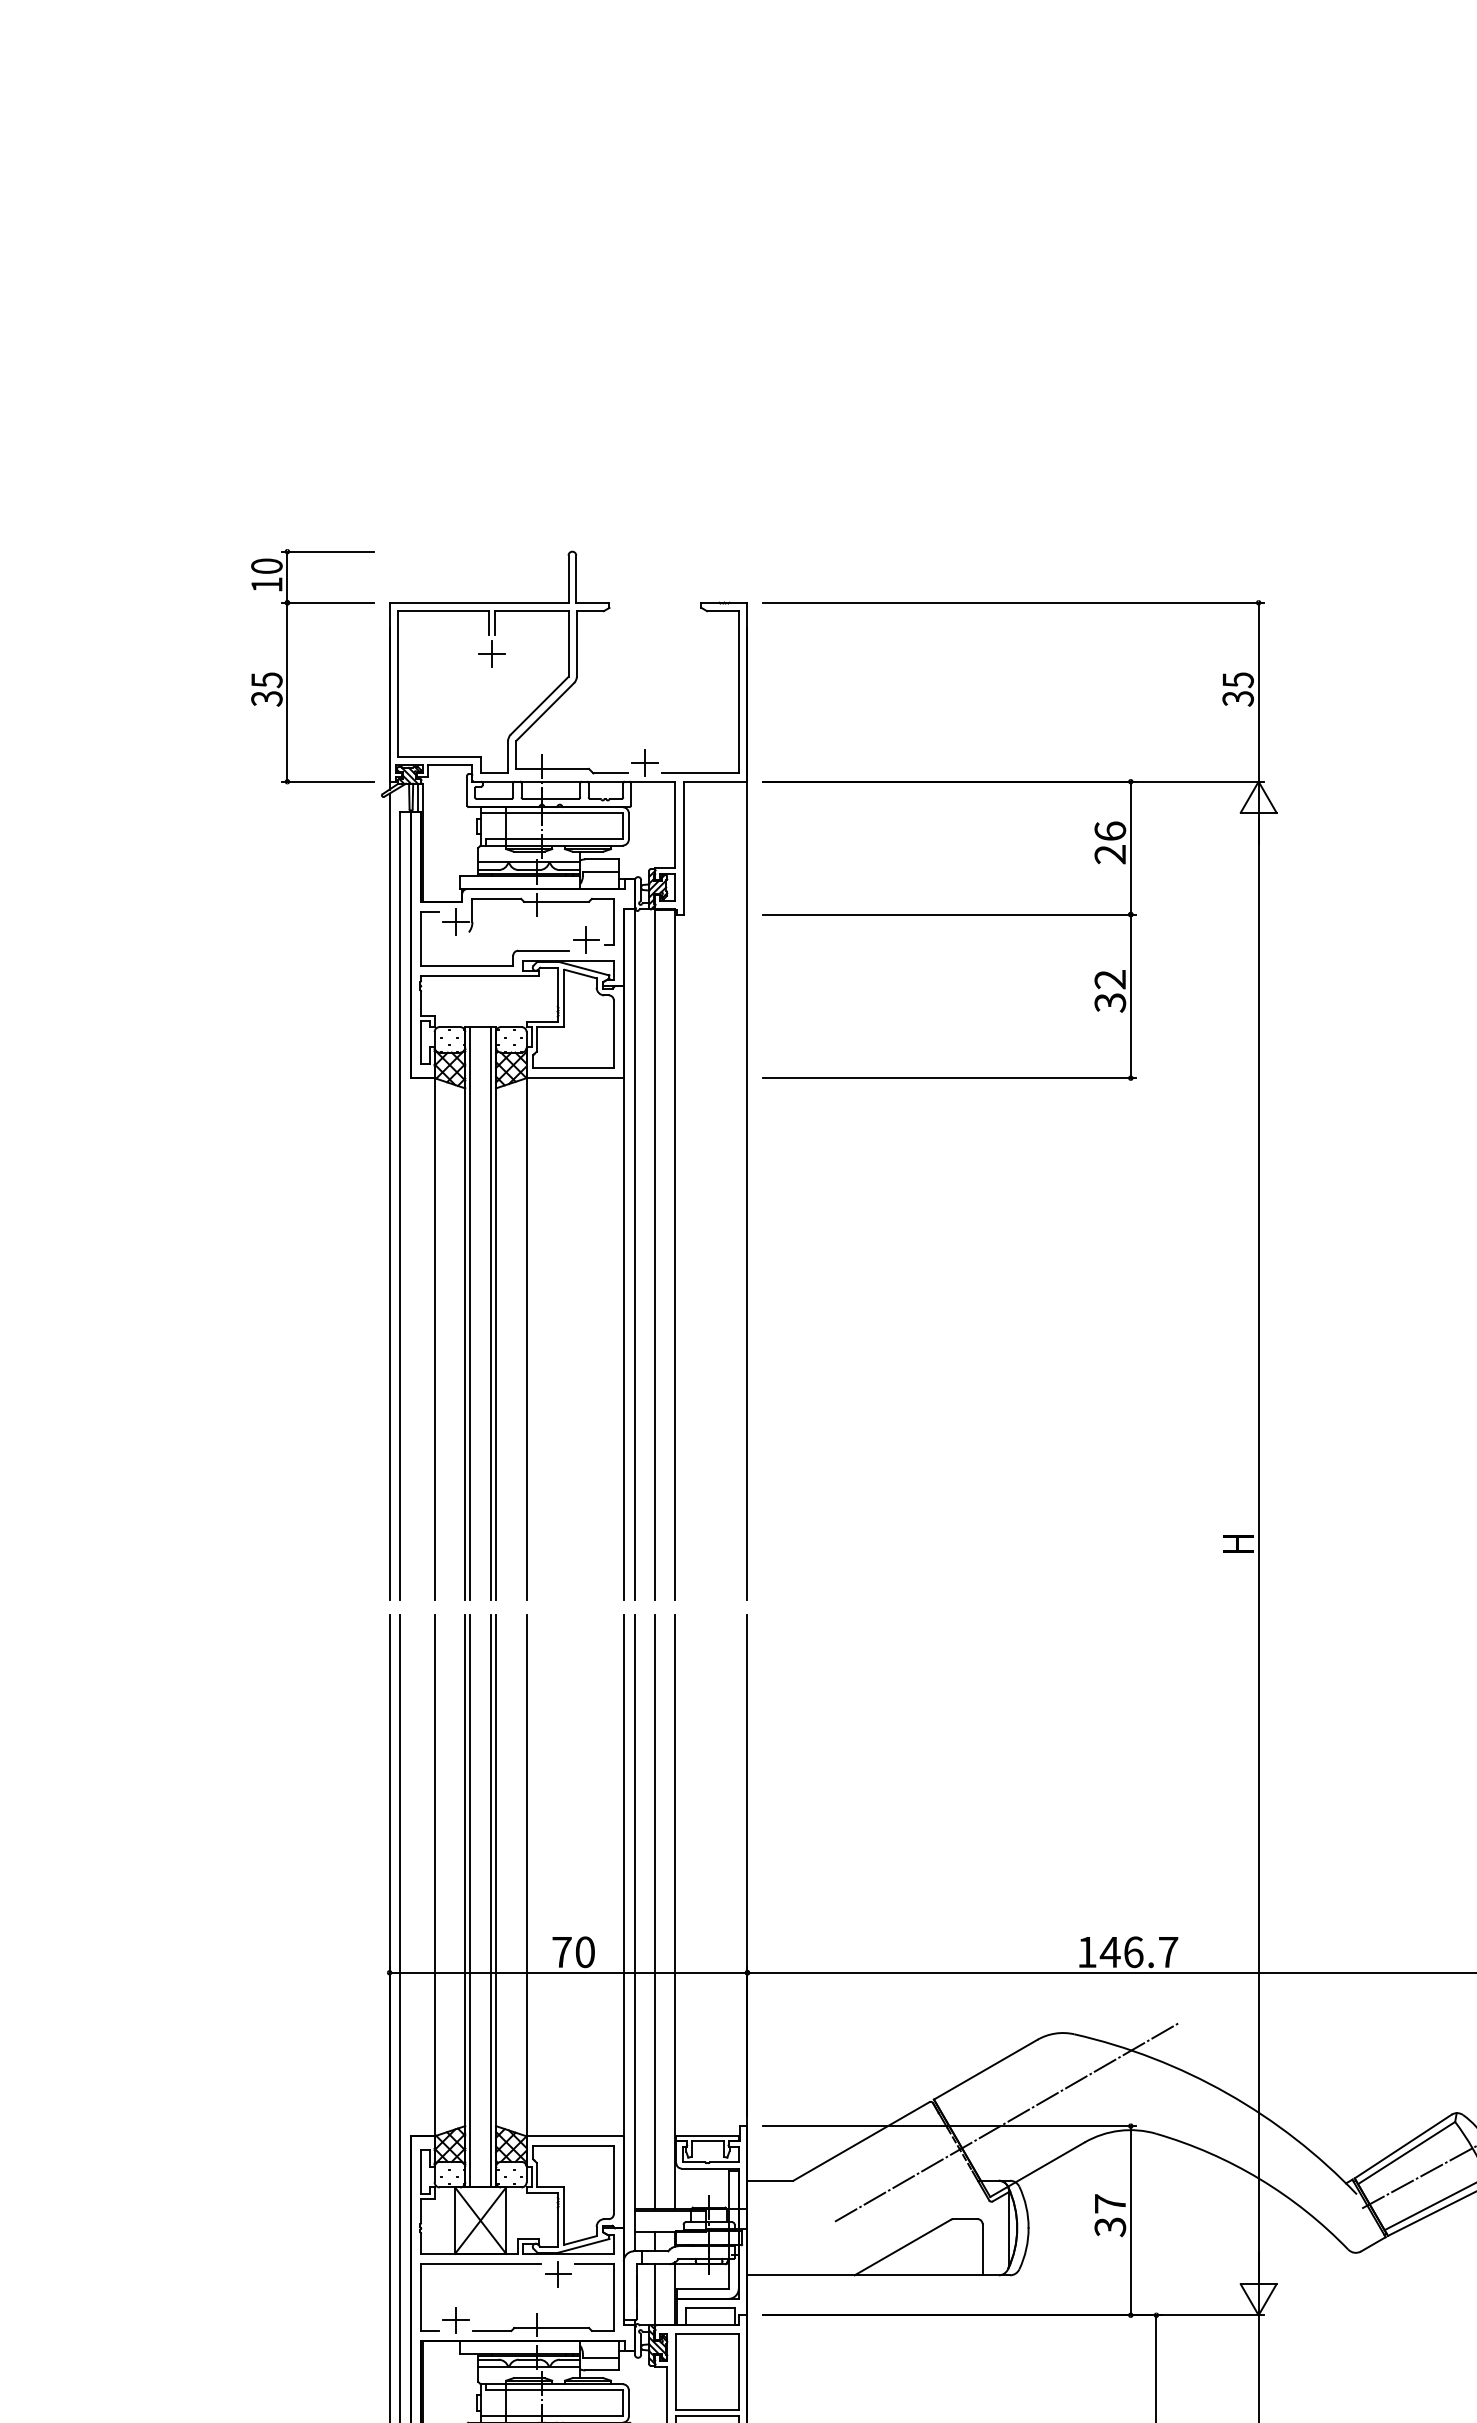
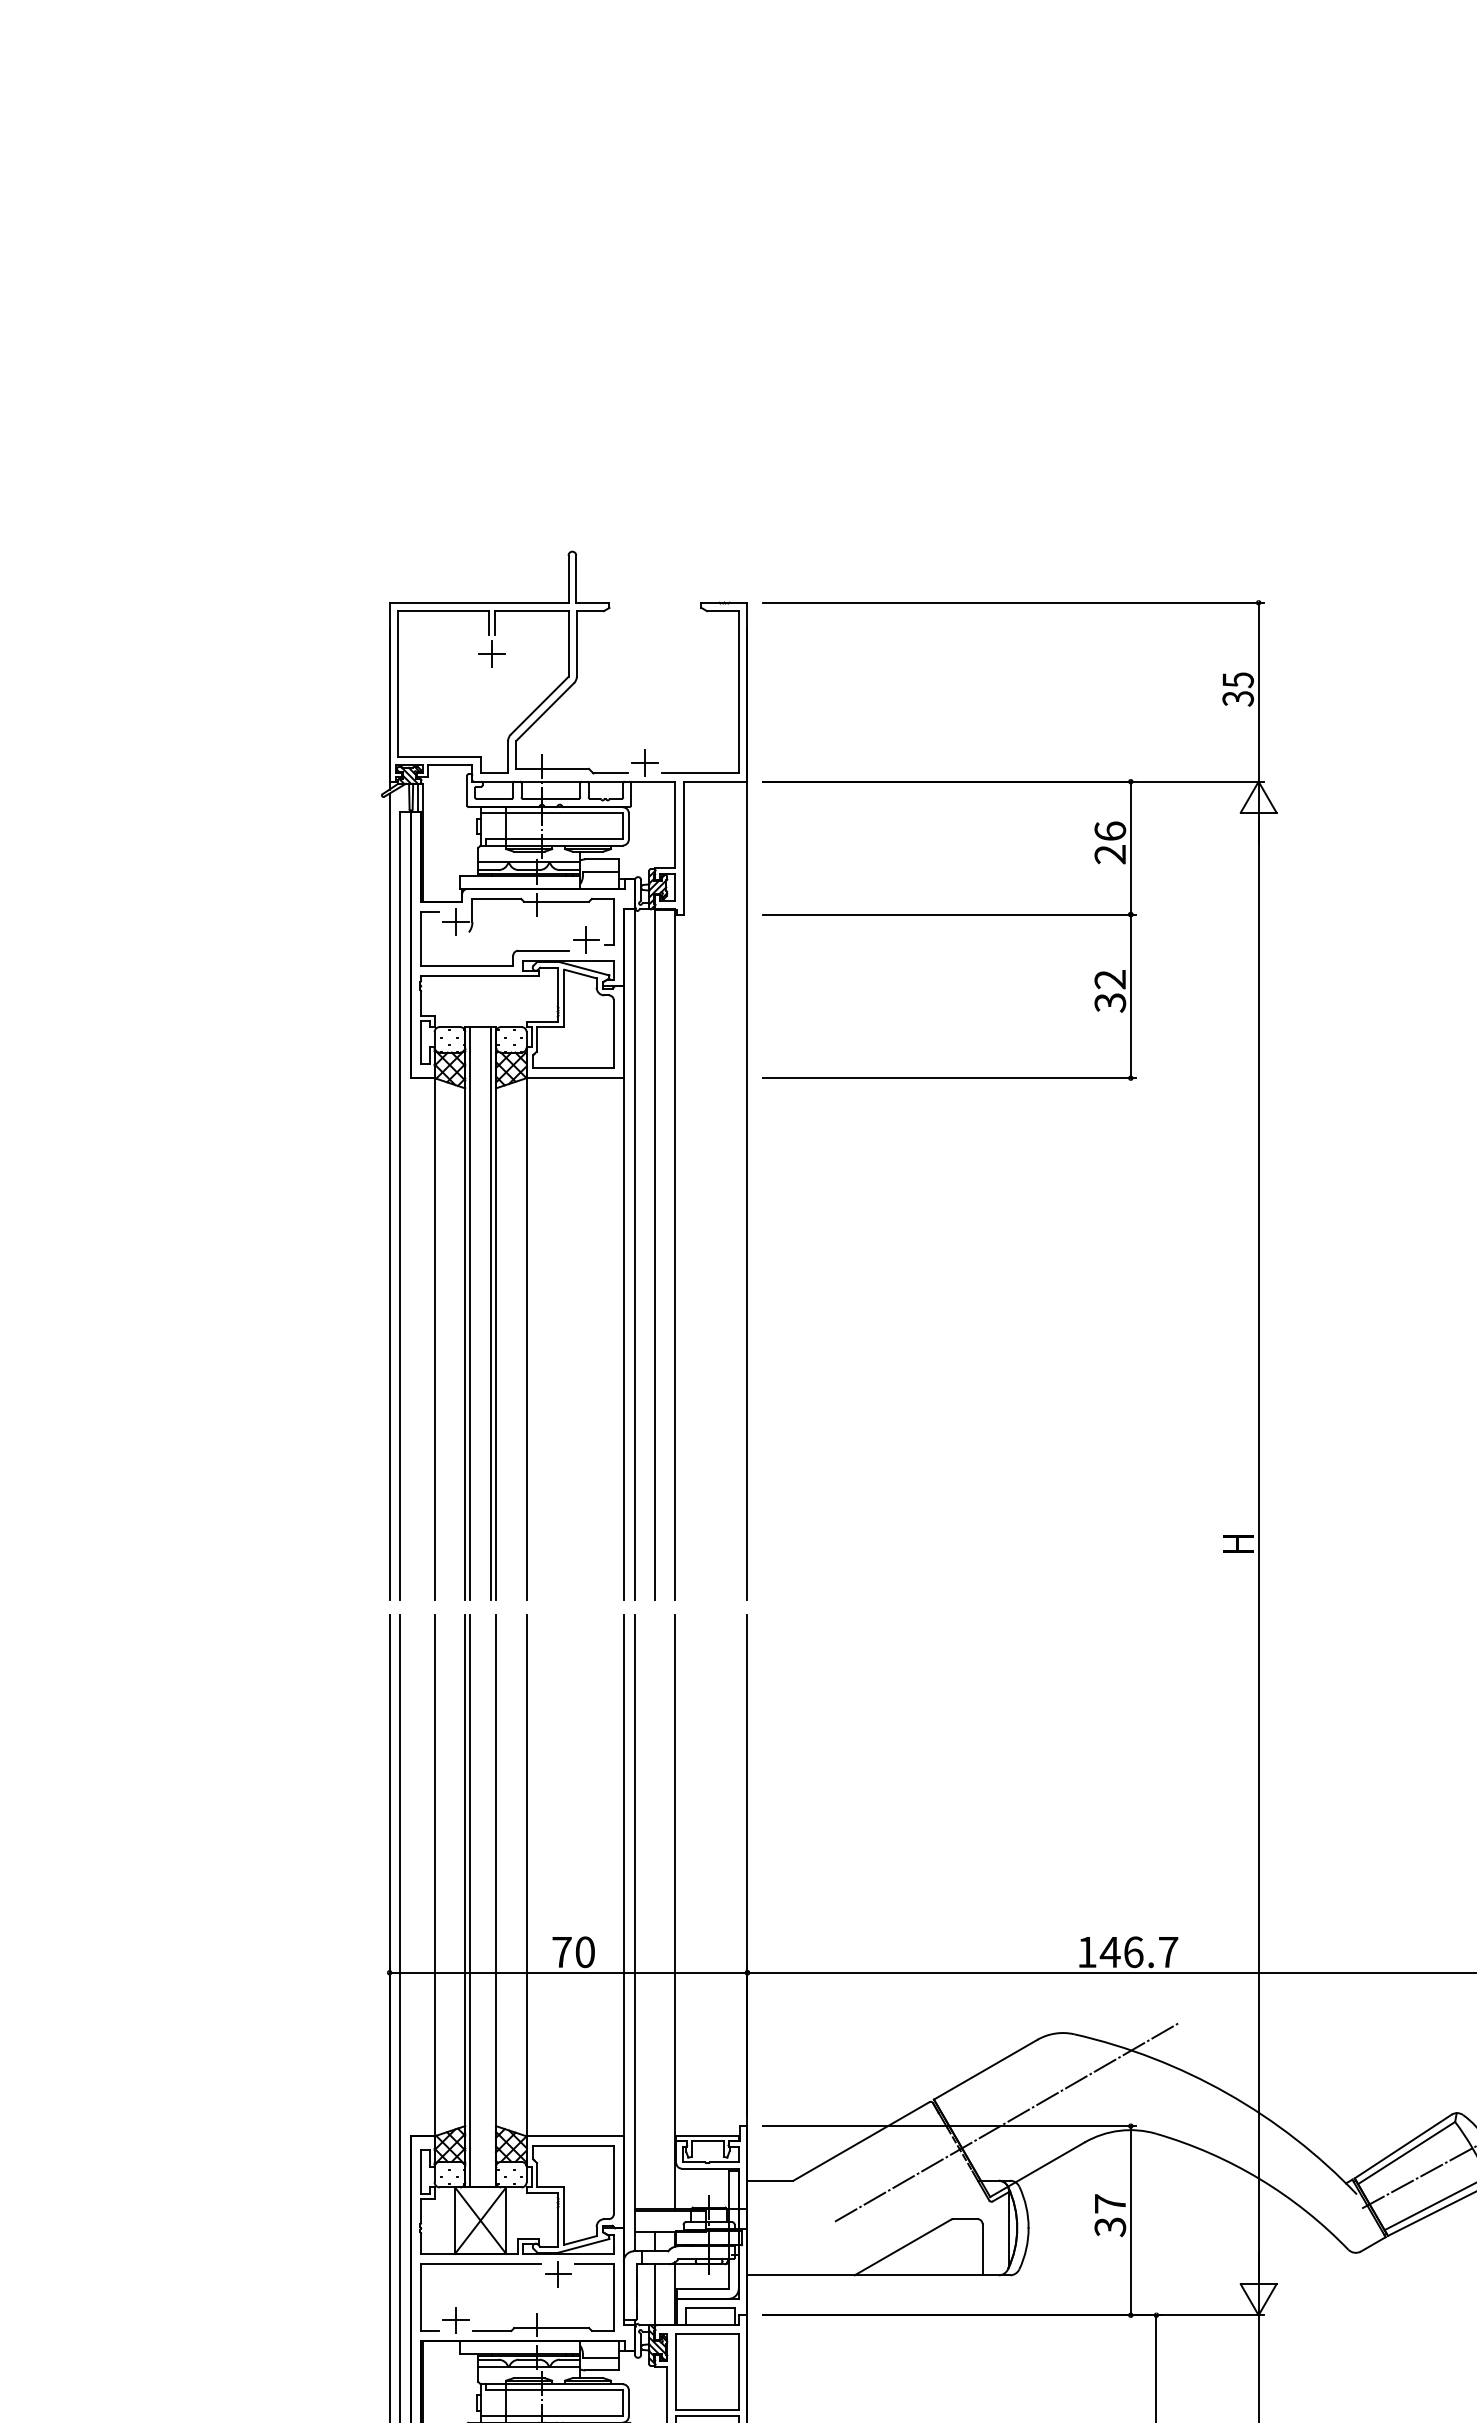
part at (287, 666): present -> none
line at (490, 1900): present -> none
line at (655, 1911): present -> none
